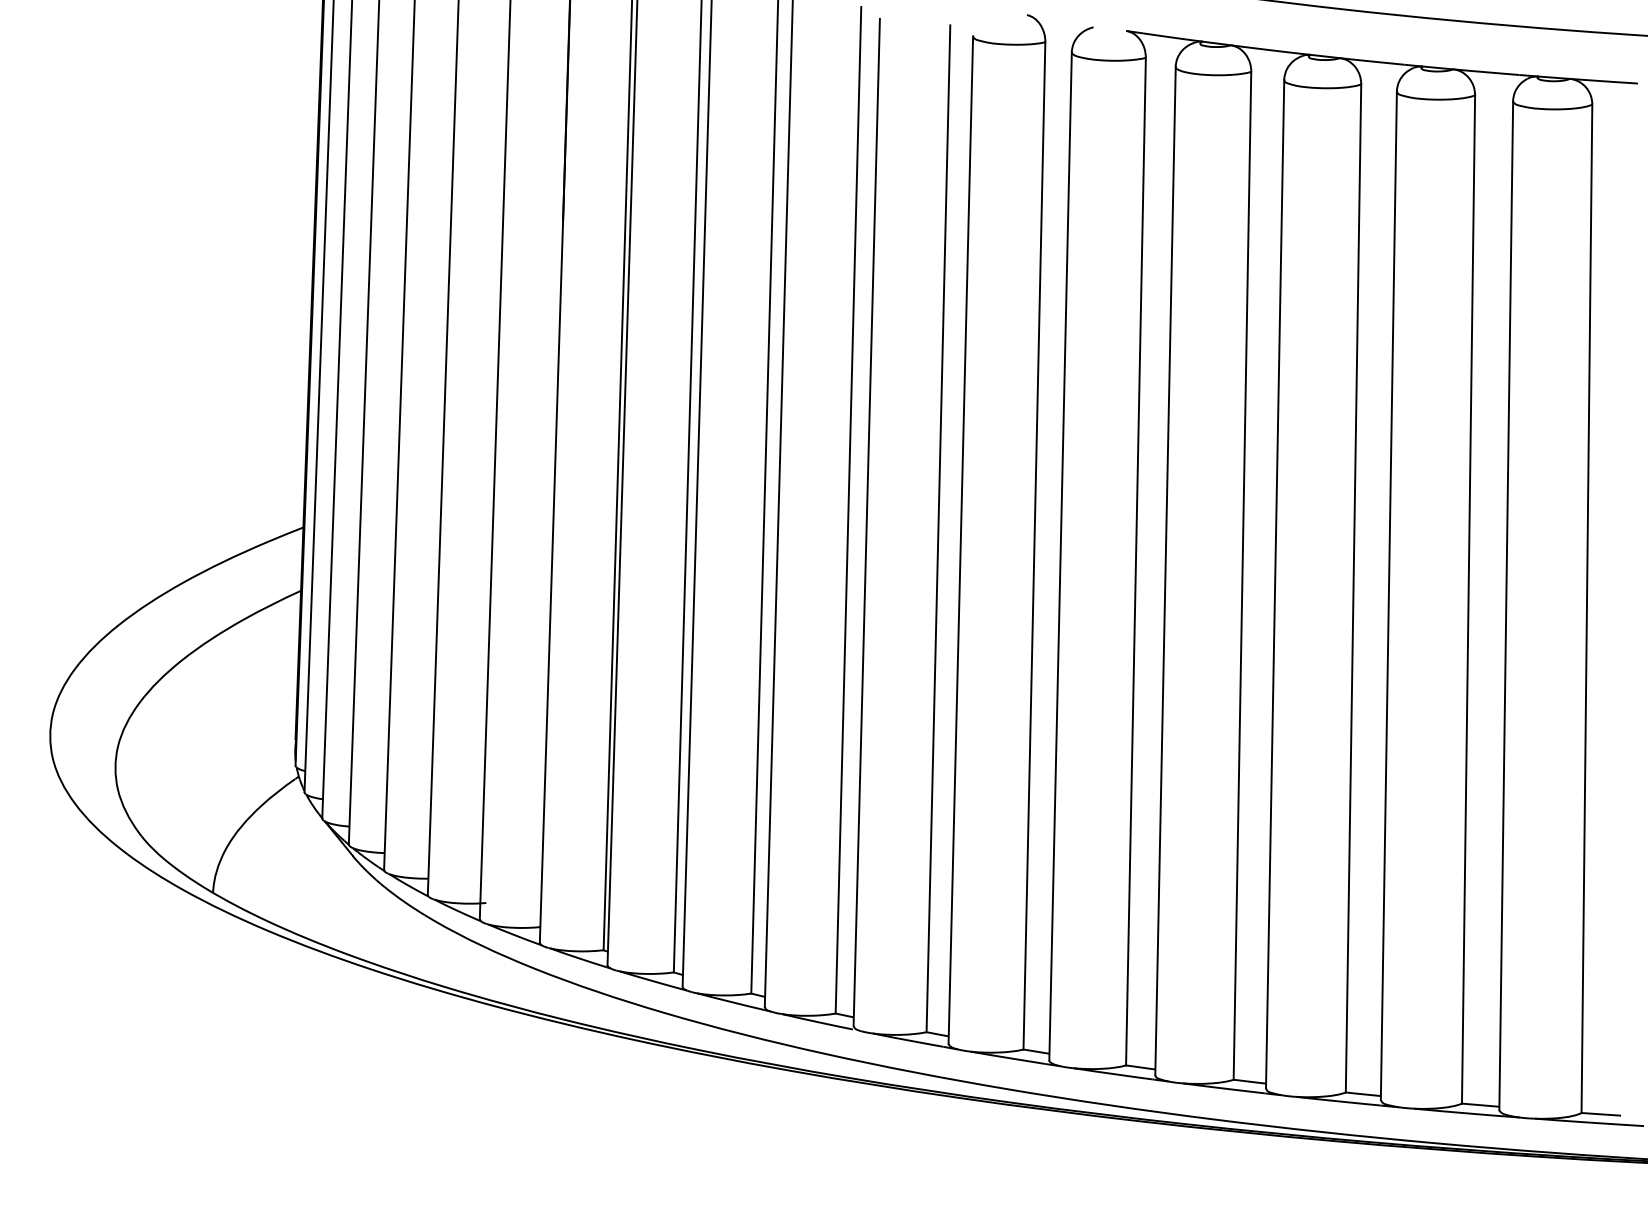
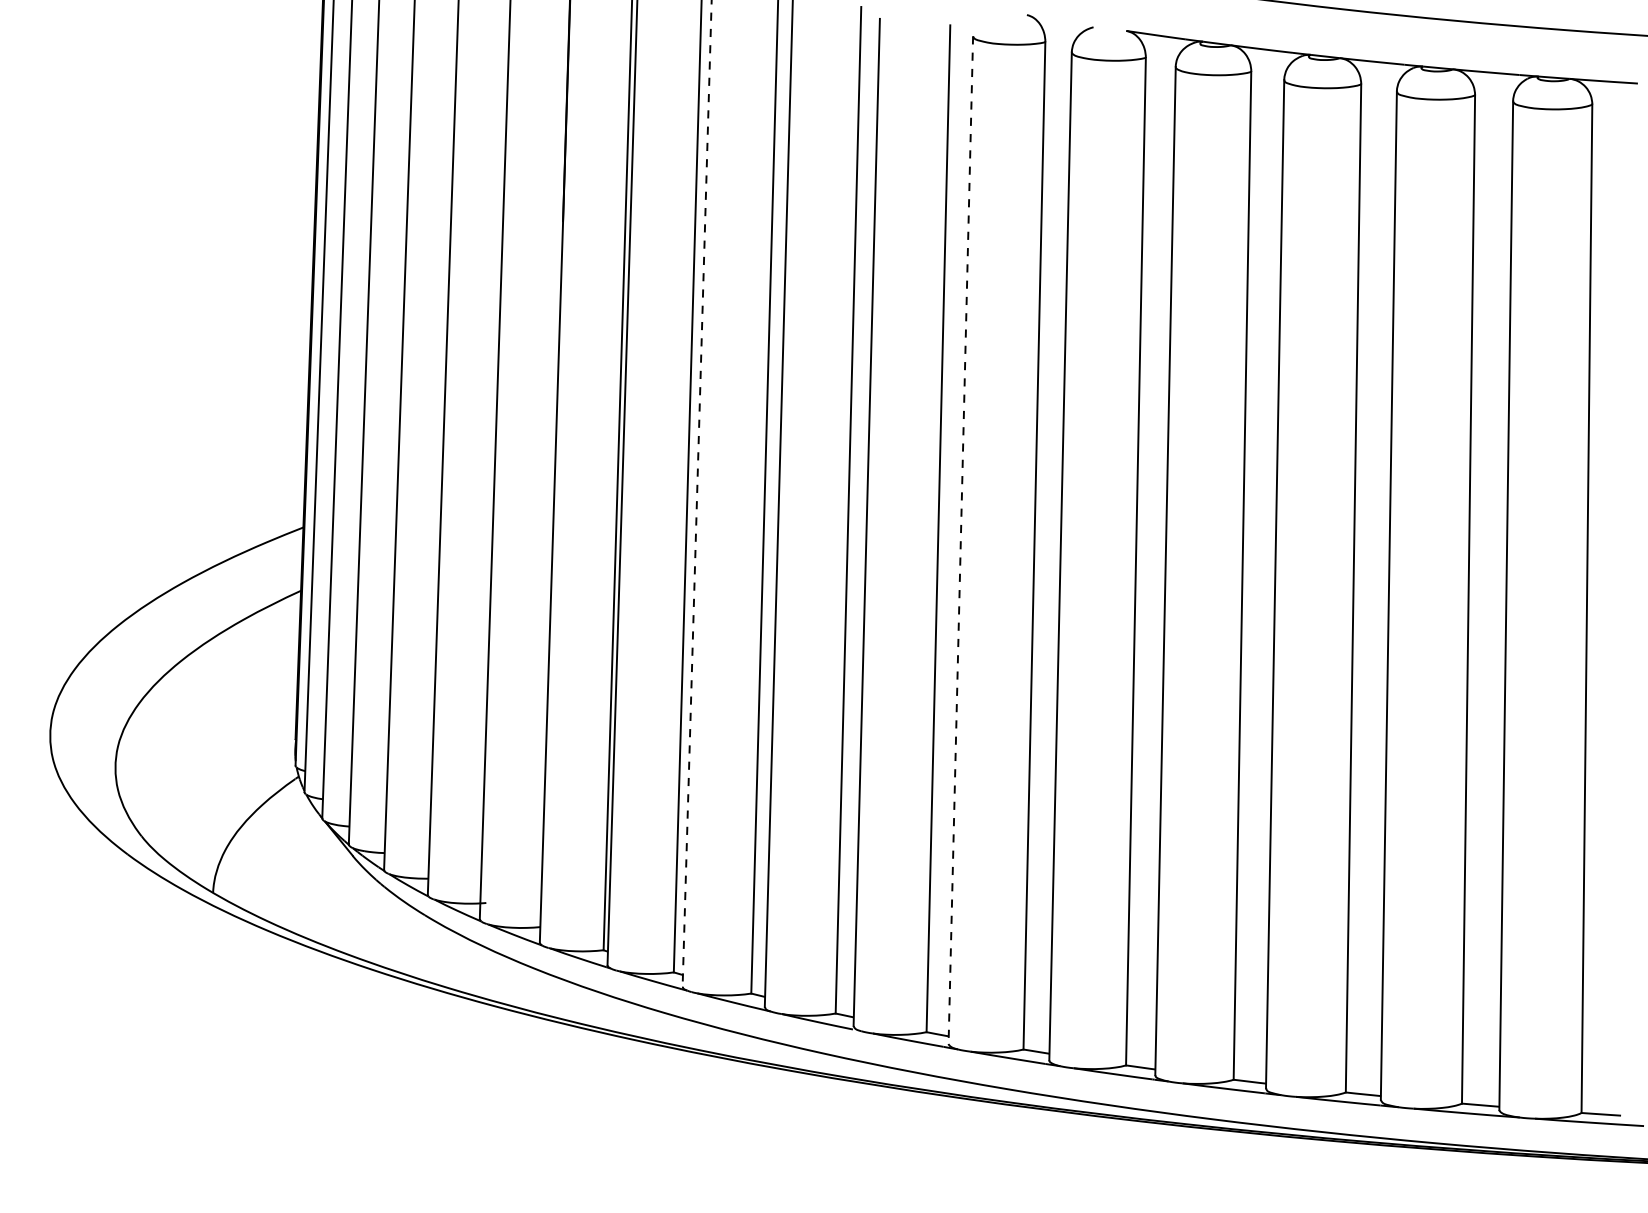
line at (697, 493): solid -> dashed
line at (960, 540): solid -> dashed
